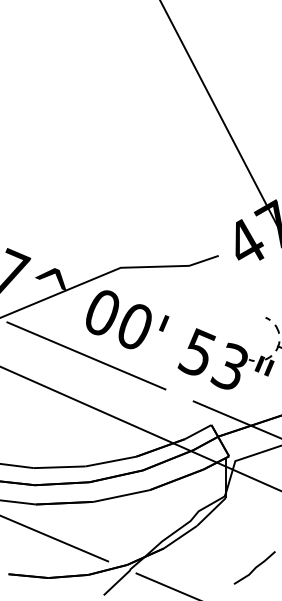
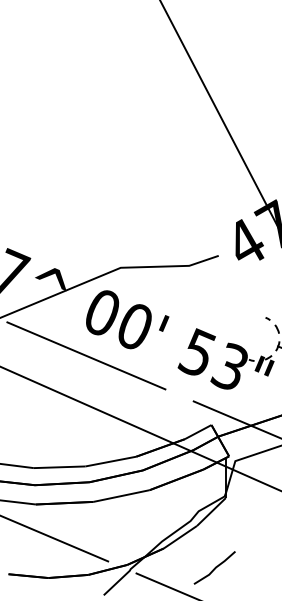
line at (254, 567) position: (254, 567) -> (214, 567)
